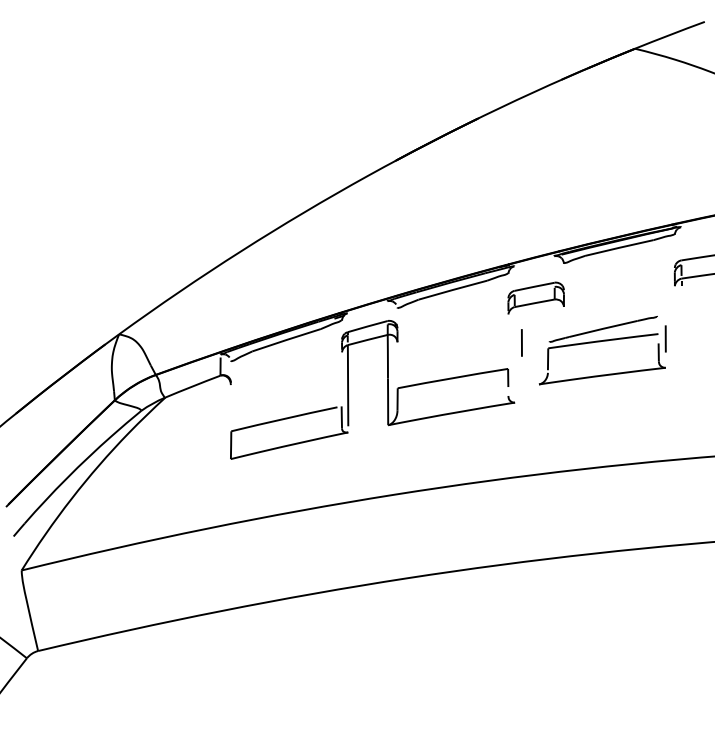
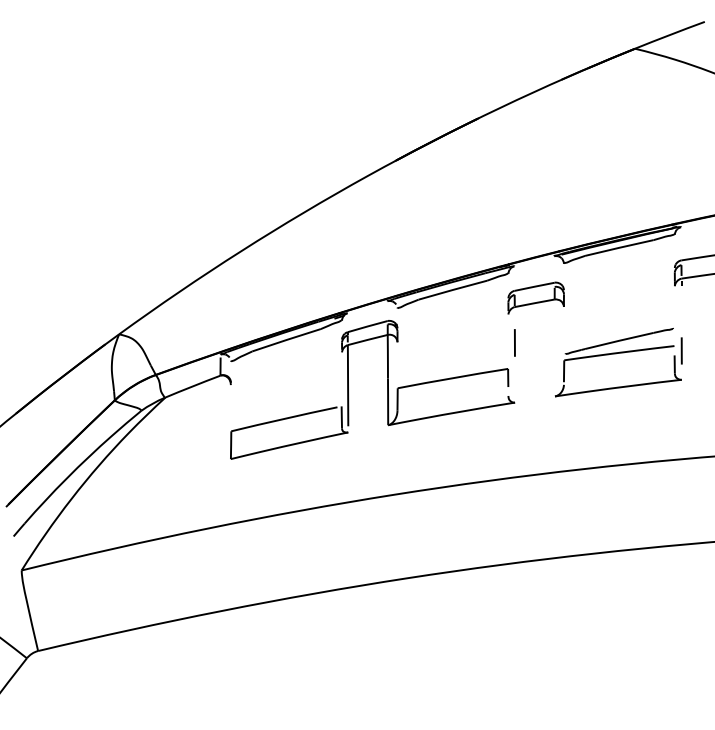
line at (521, 342) position: (521, 342) -> (514, 342)
part at (600, 342) position: (600, 342) -> (616, 354)
